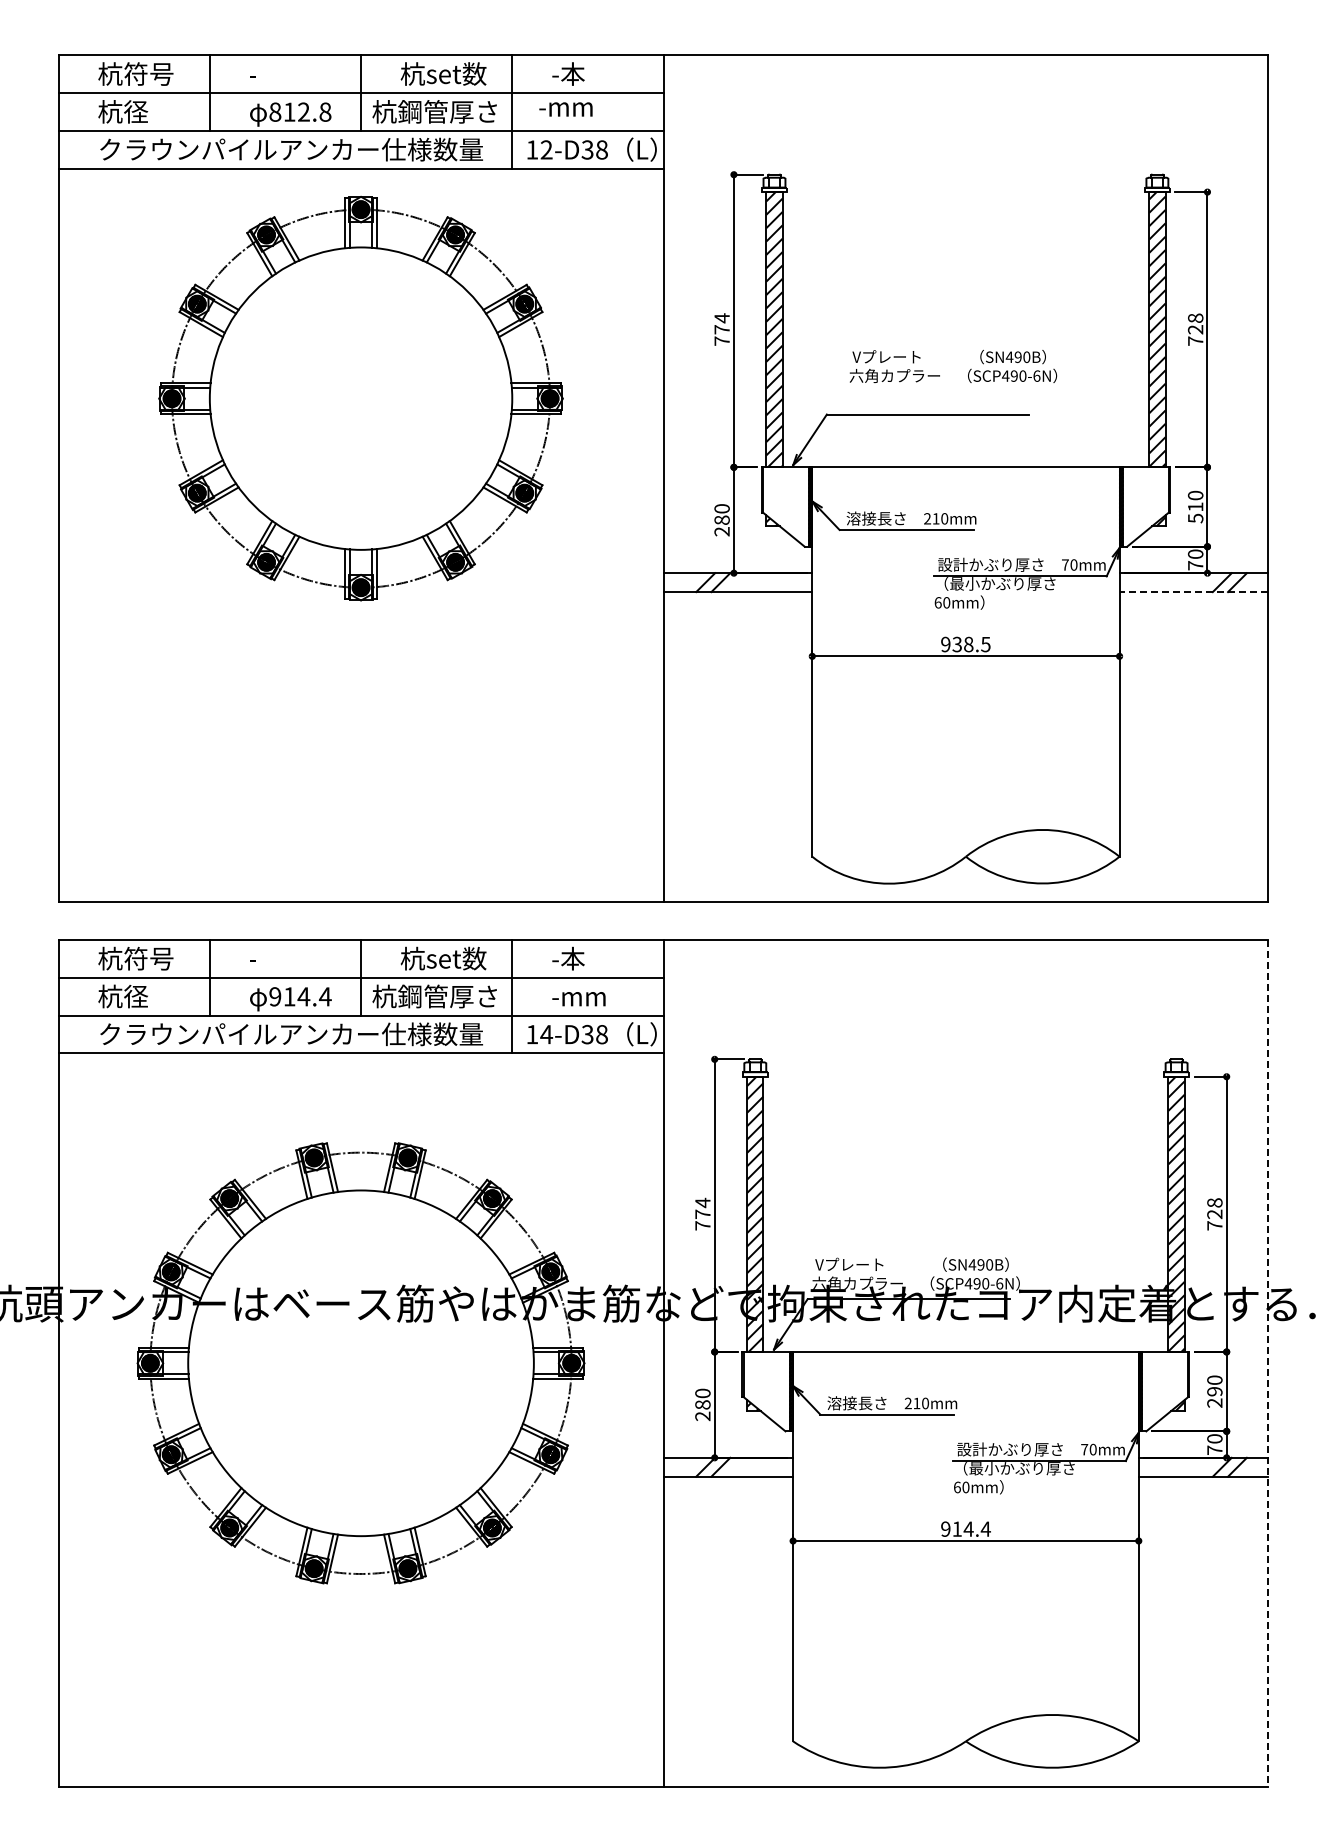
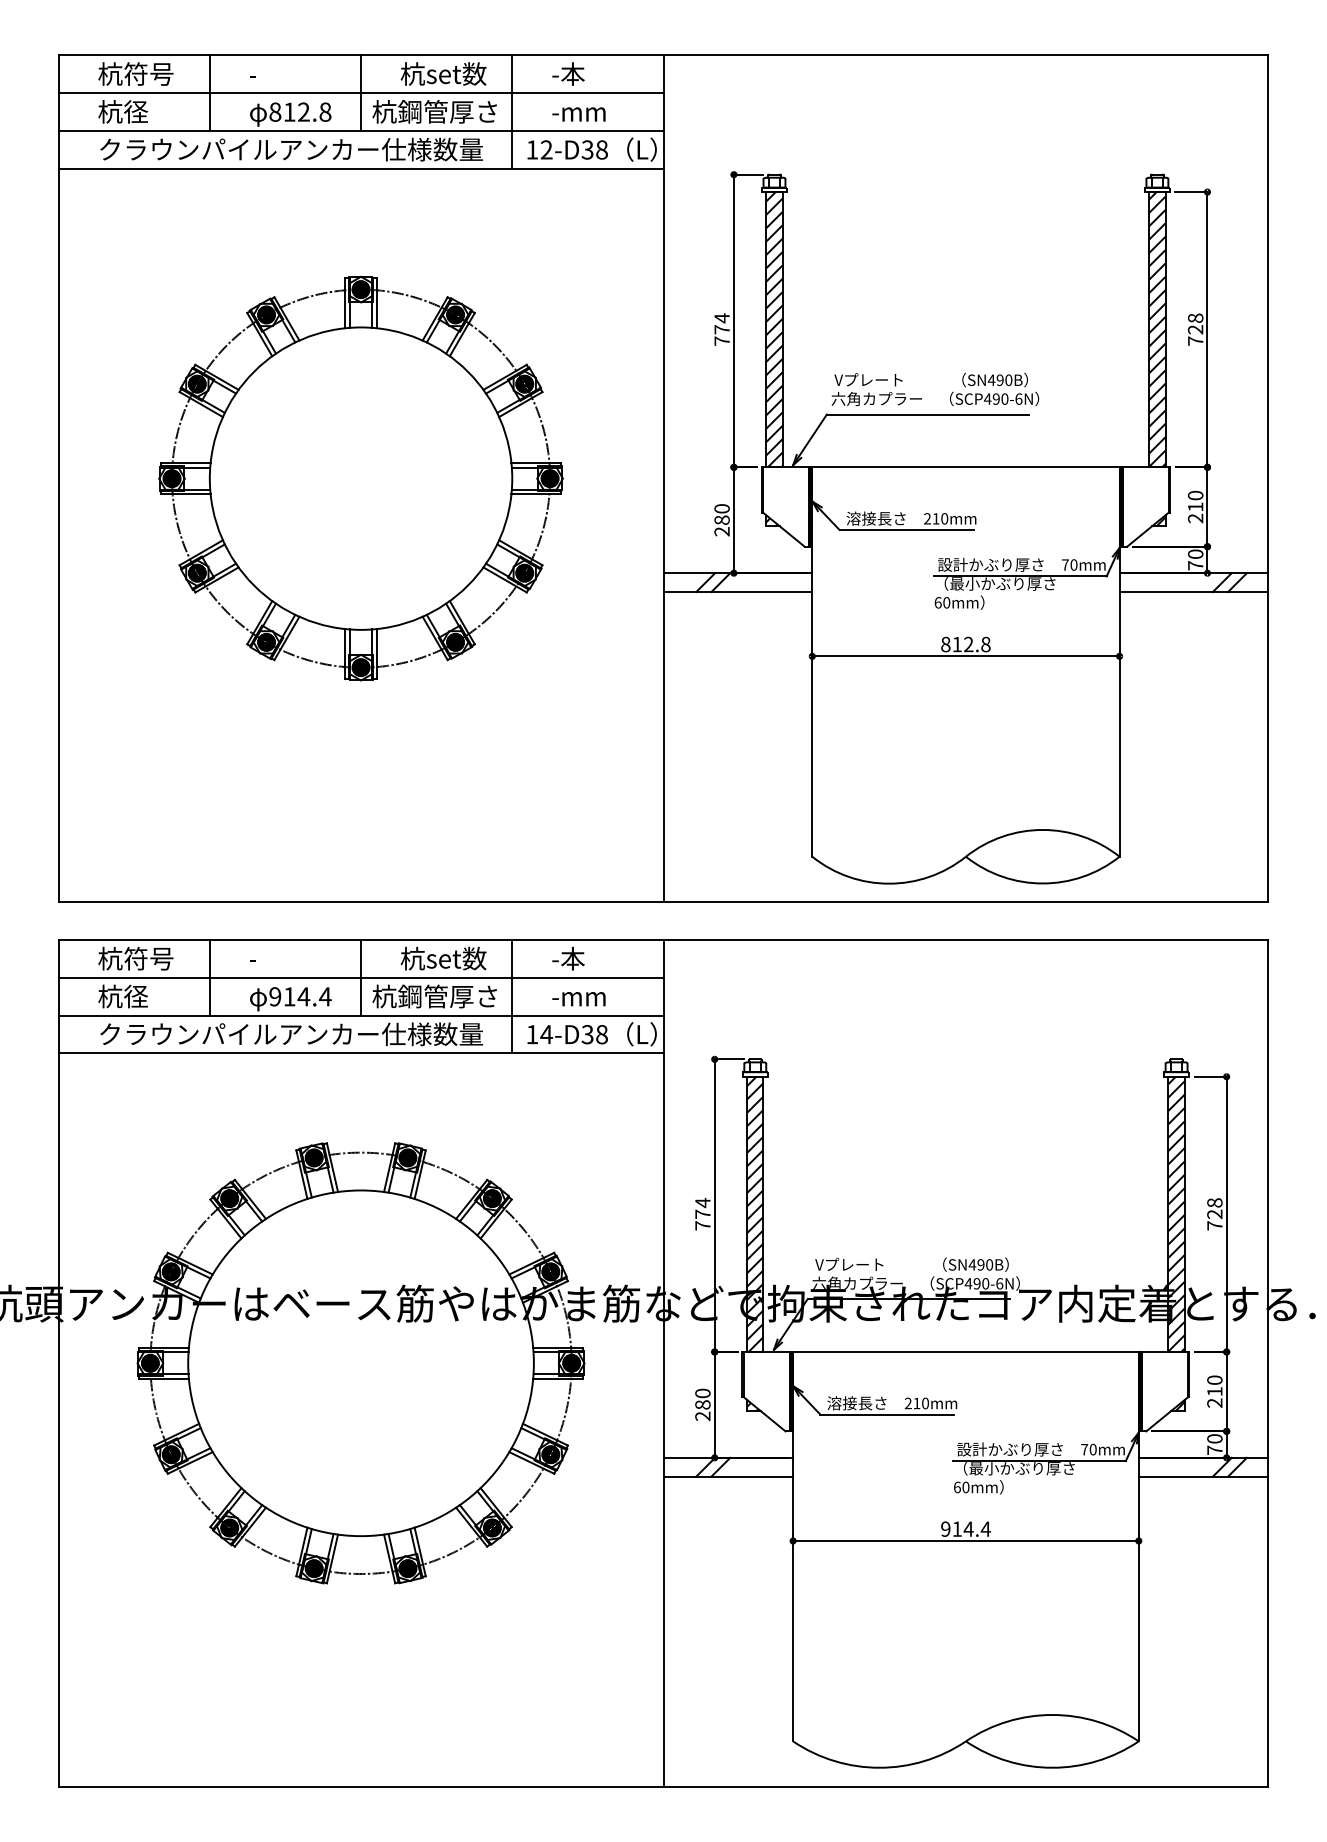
text at (565, 109) position: (565, 109) -> (578, 114)
text at (953, 365) position: (953, 365) -> (935, 388)
part at (360, 398) position: (360, 398) -> (360, 478)
text at (1195, 518): 510 -> 210
line at (1193, 592): dashed -> solid
text at (965, 644): 938.5 -> 812.8
line at (1268, 1363): dashed -> solid
text at (1214, 1391): 290 -> 210
